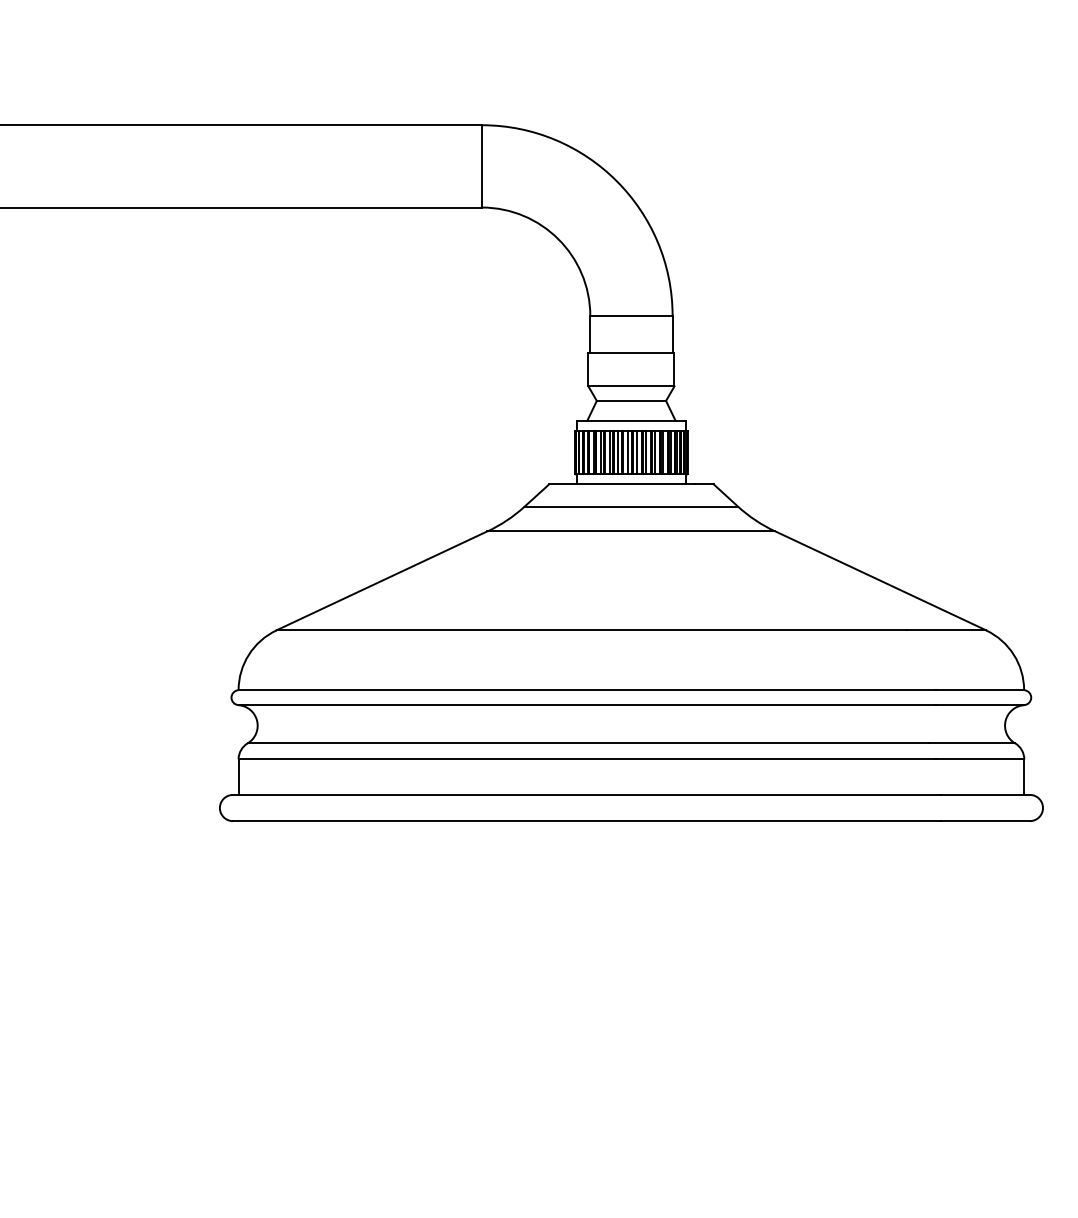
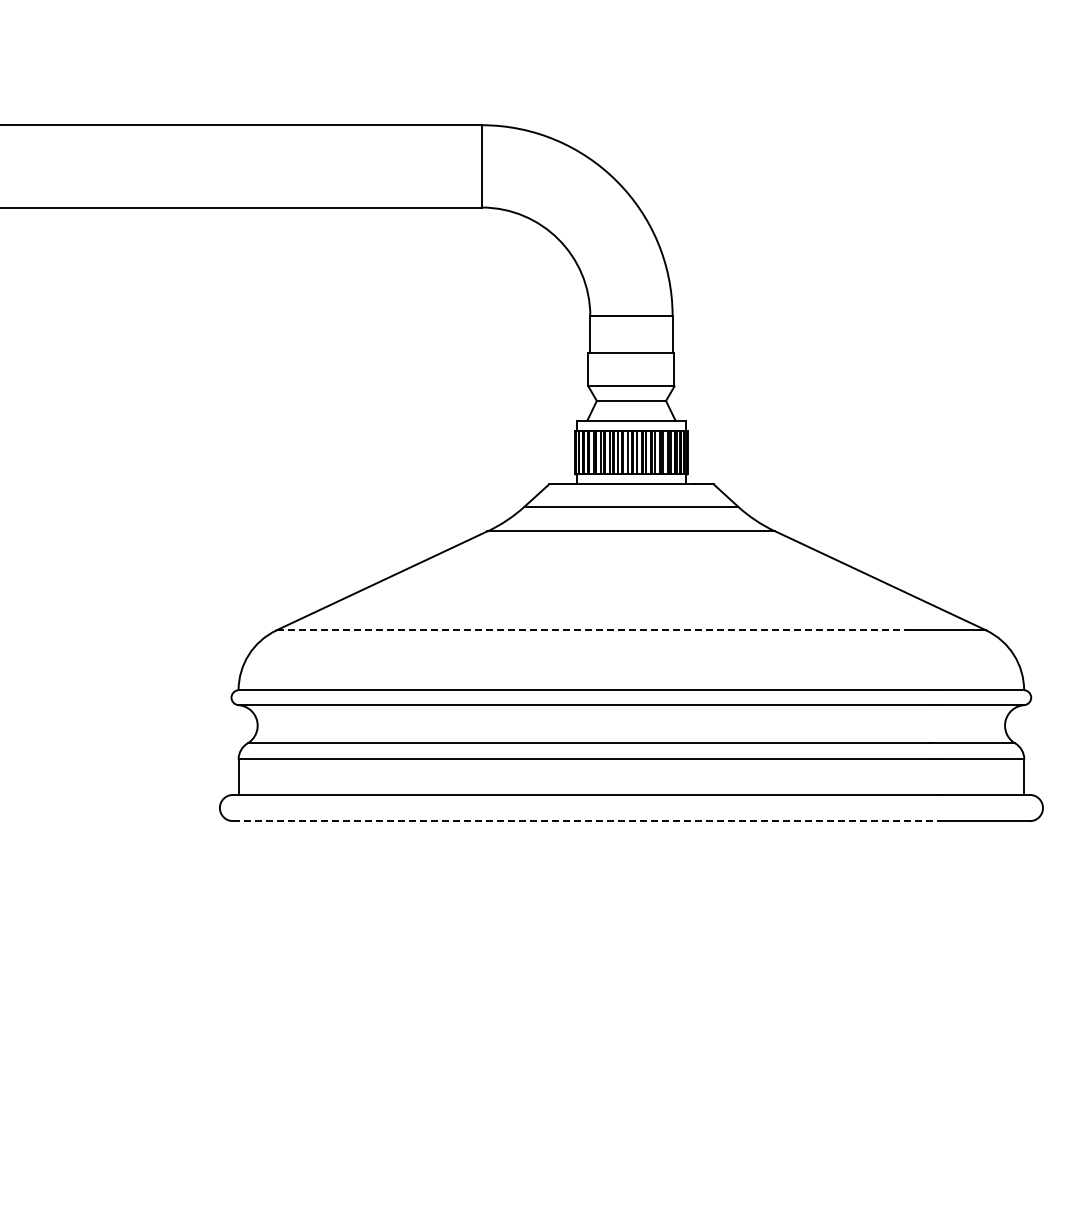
line at (592, 630): solid -> dashed
line at (586, 821): solid -> dashed
